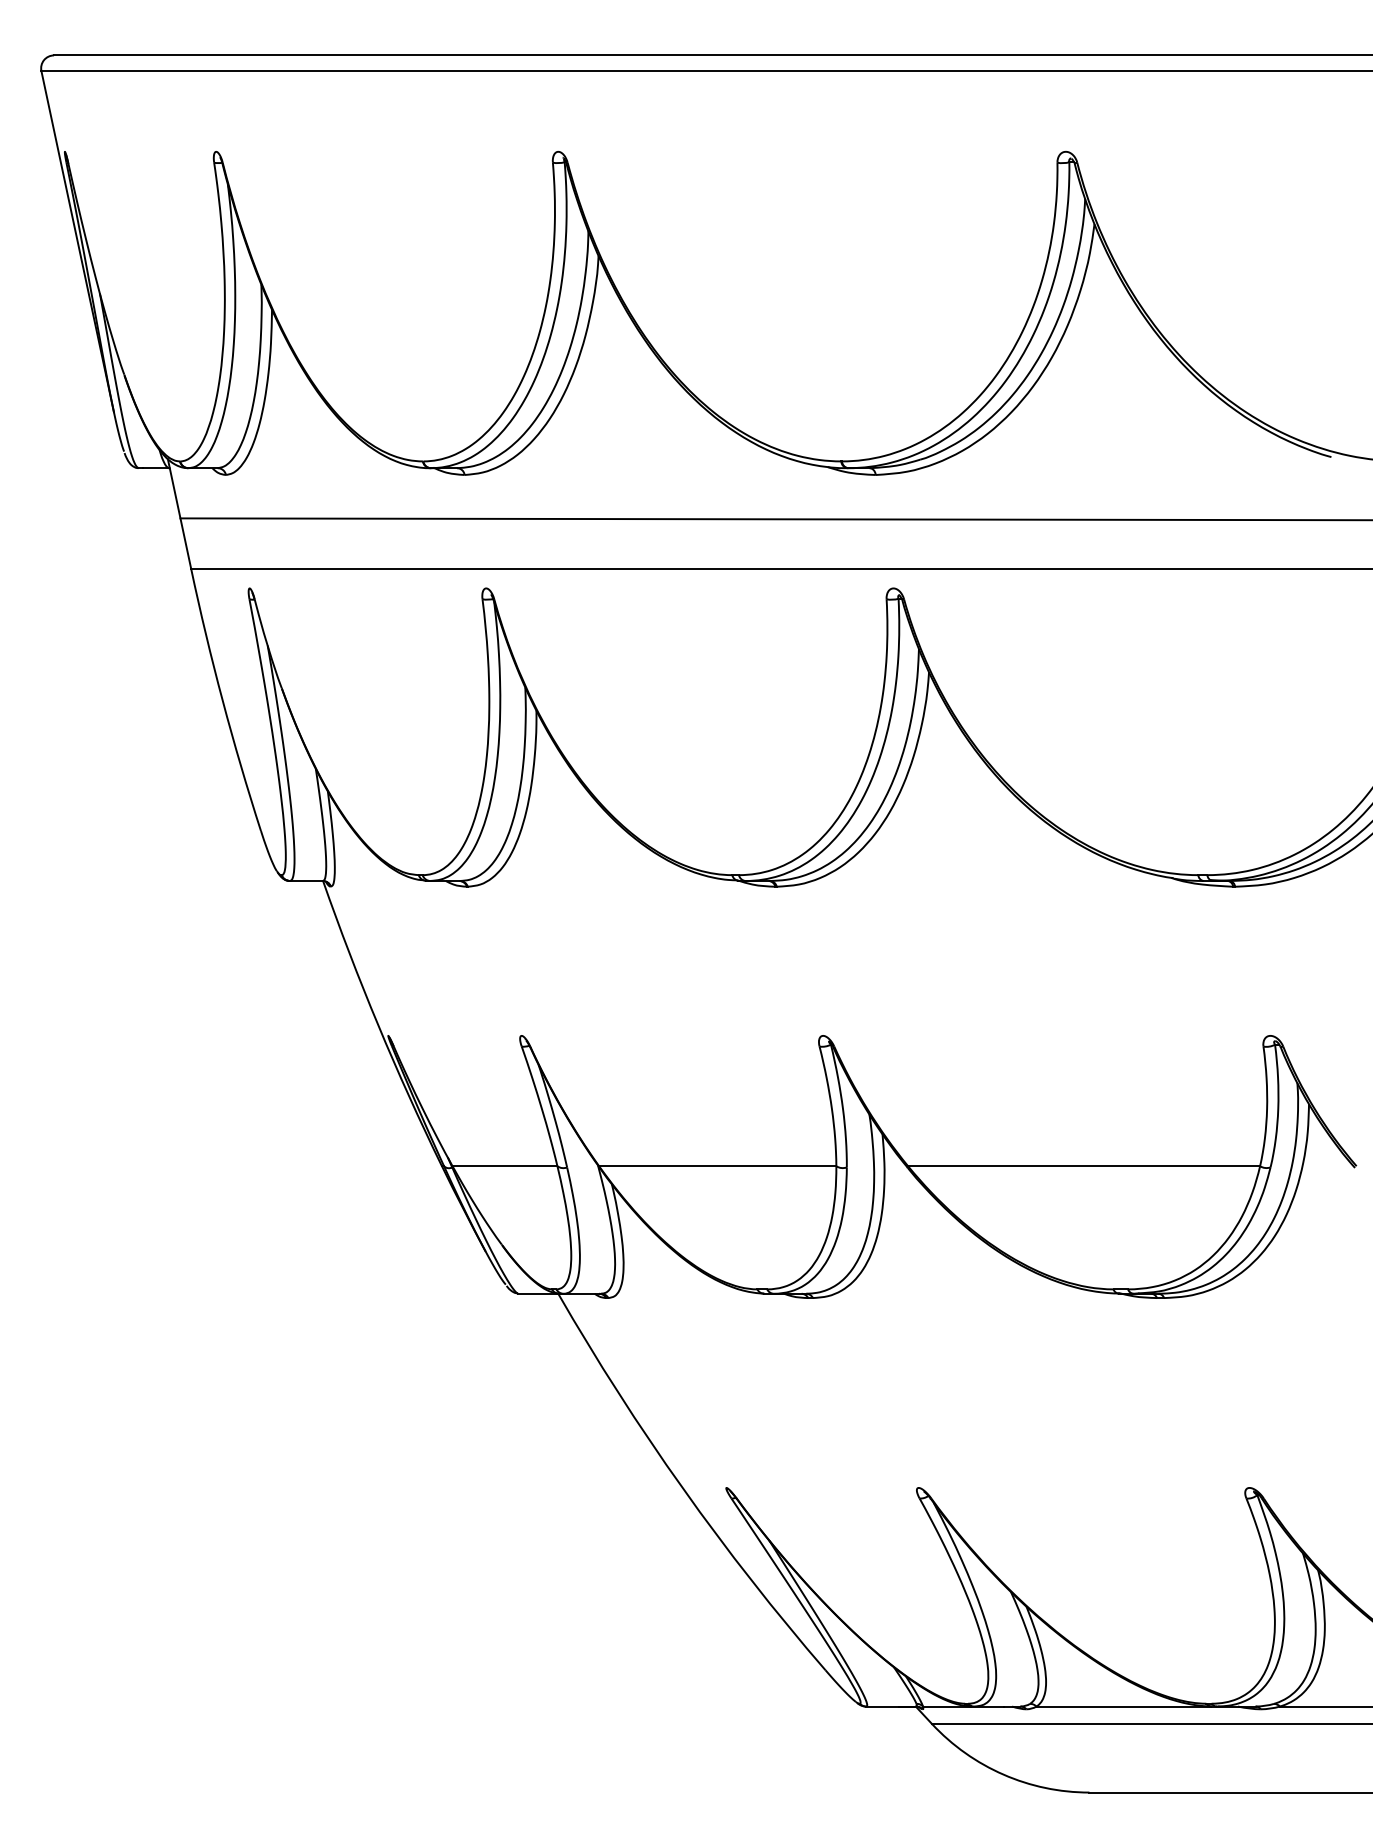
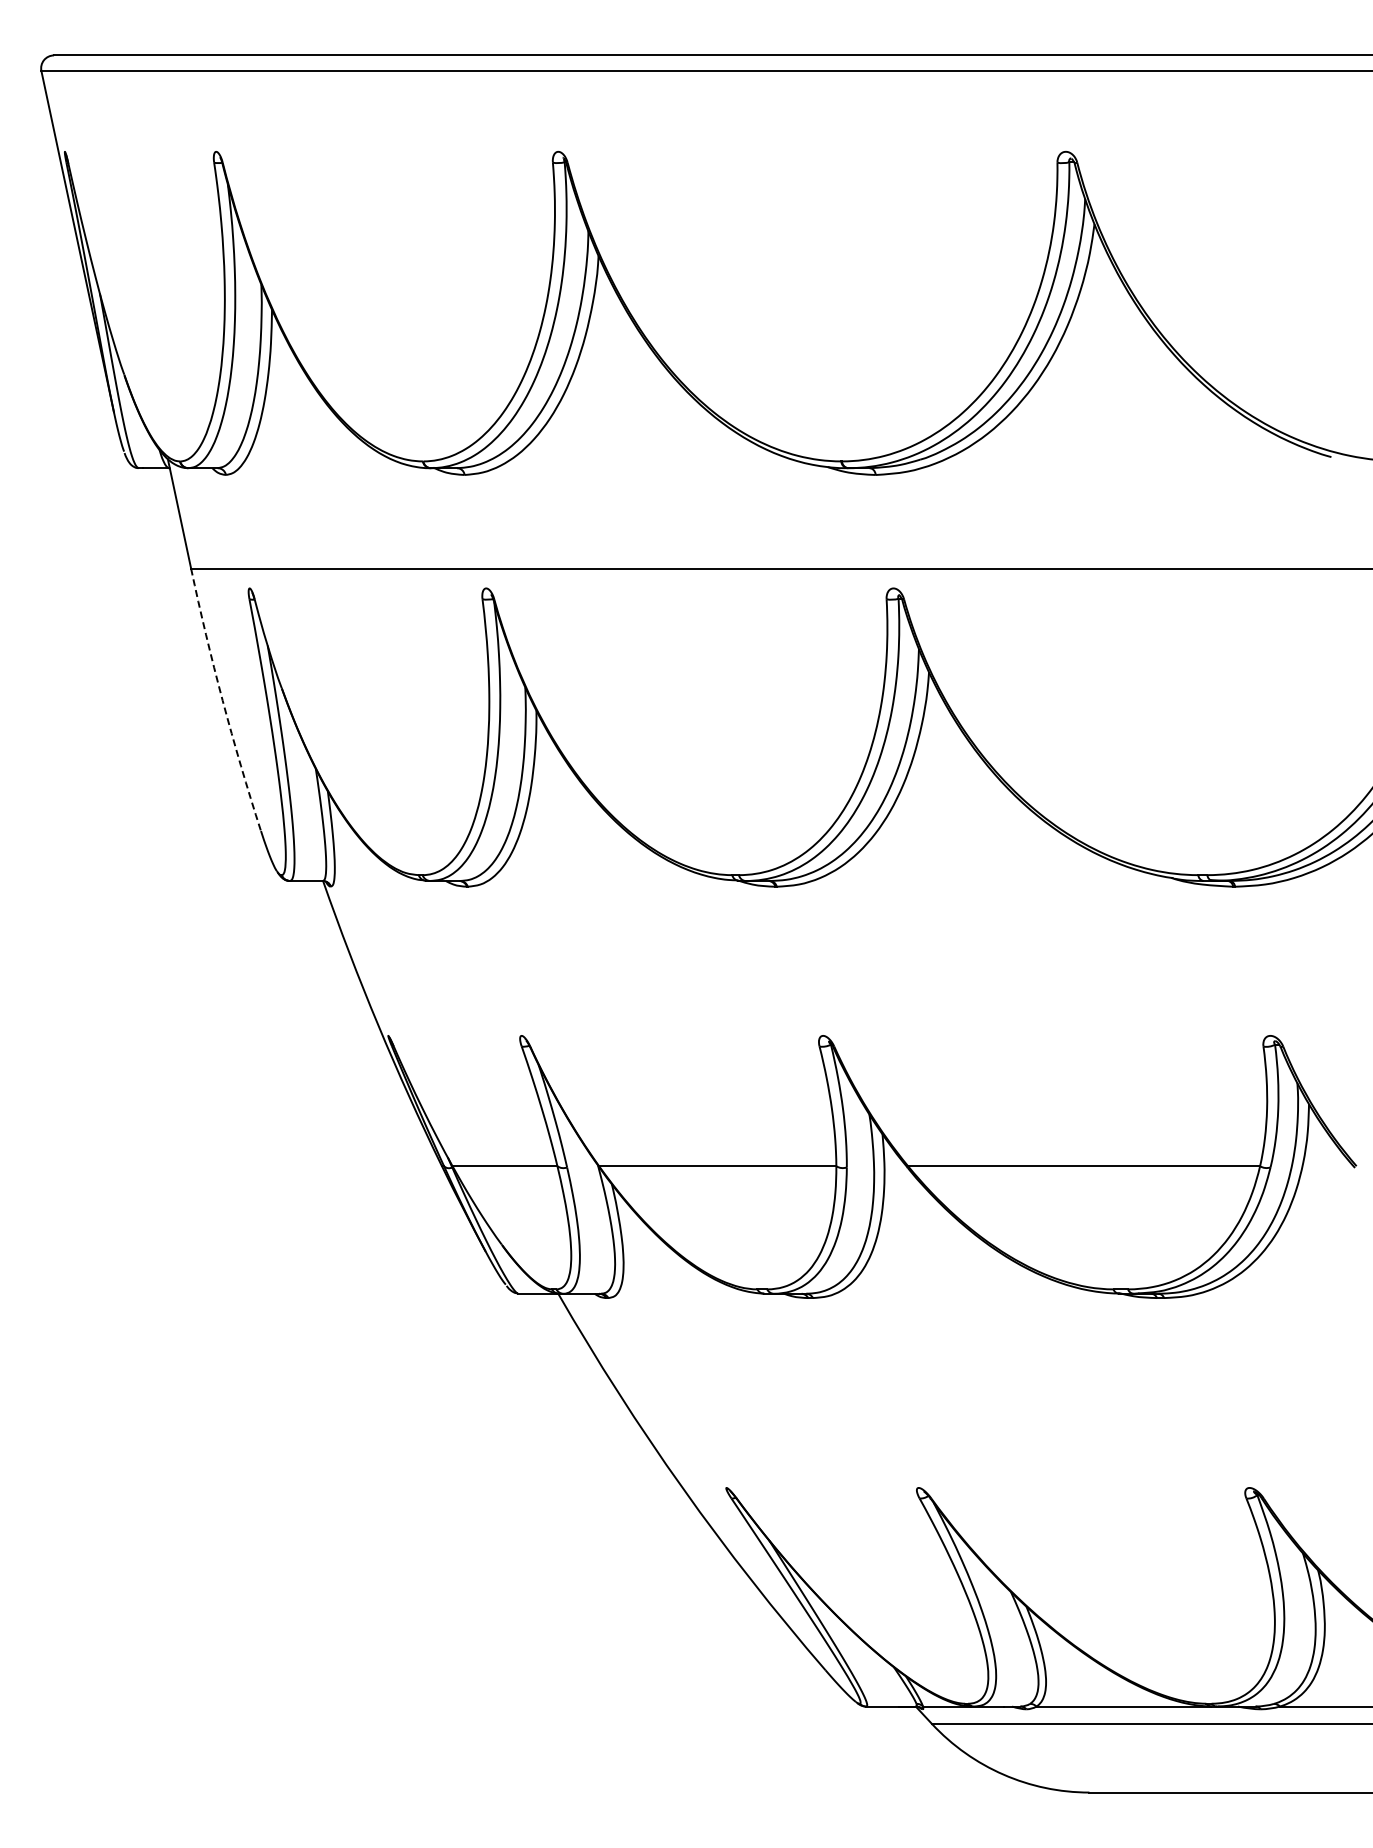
line at (774, 519): present -> none
arc at (222, 700): solid -> dashed
